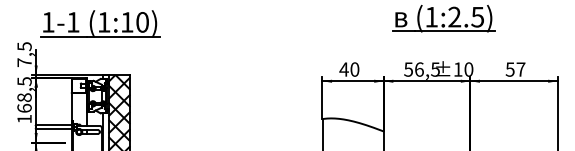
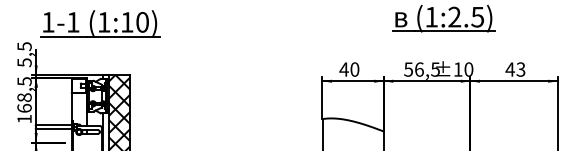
text at (24, 62): 7,5 -> 5,5
text at (515, 69): 57 -> 43
